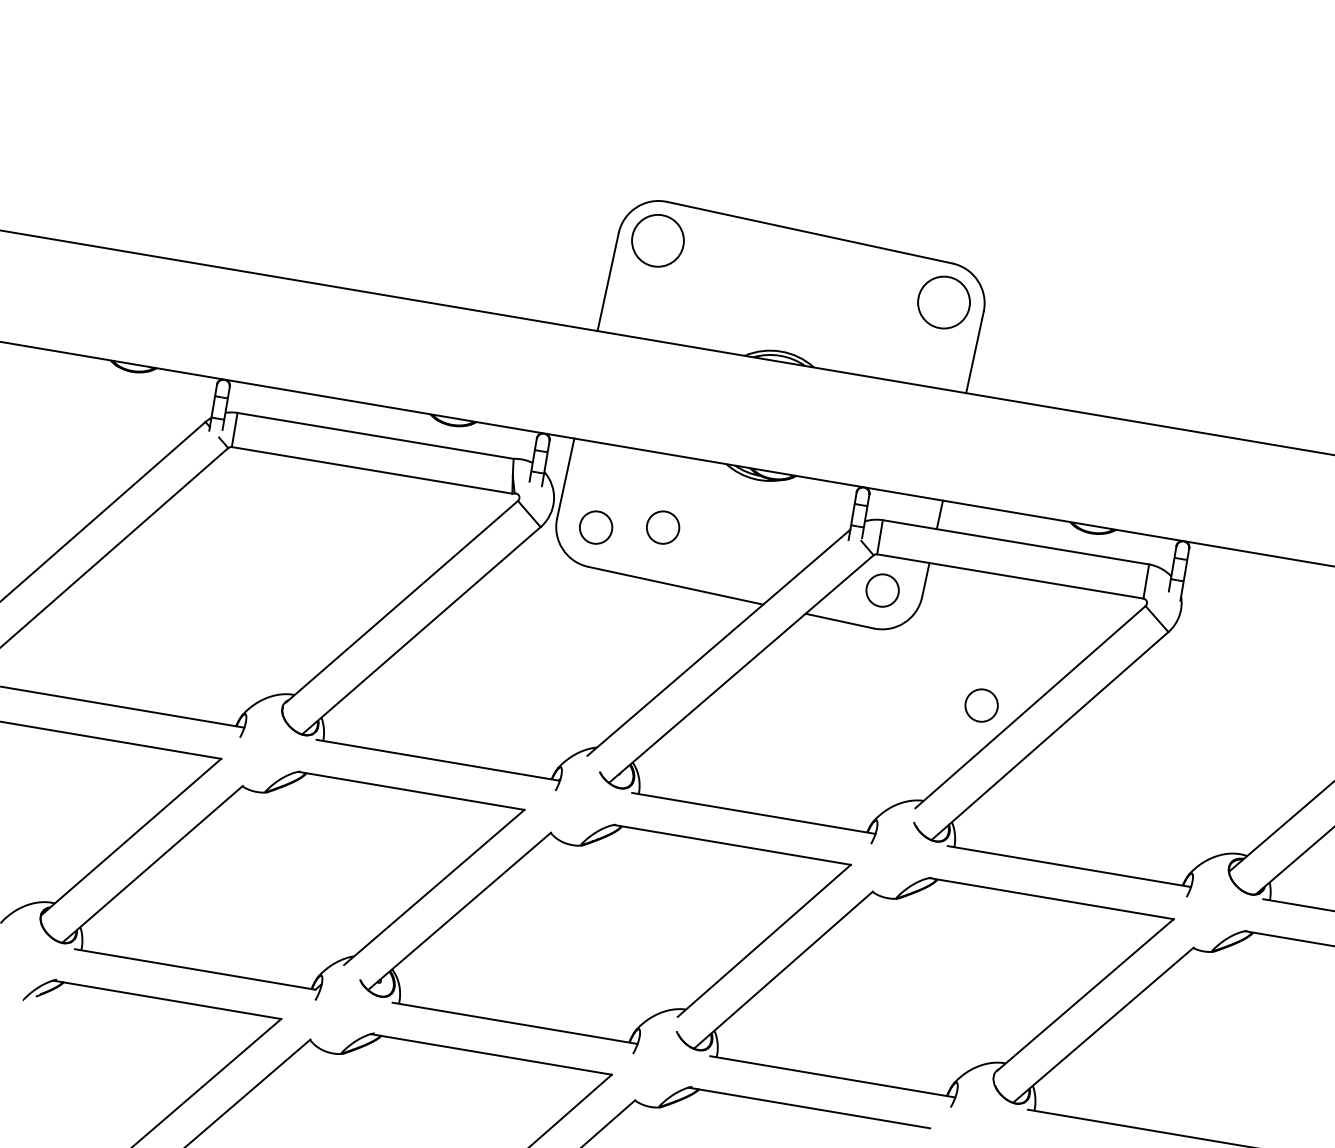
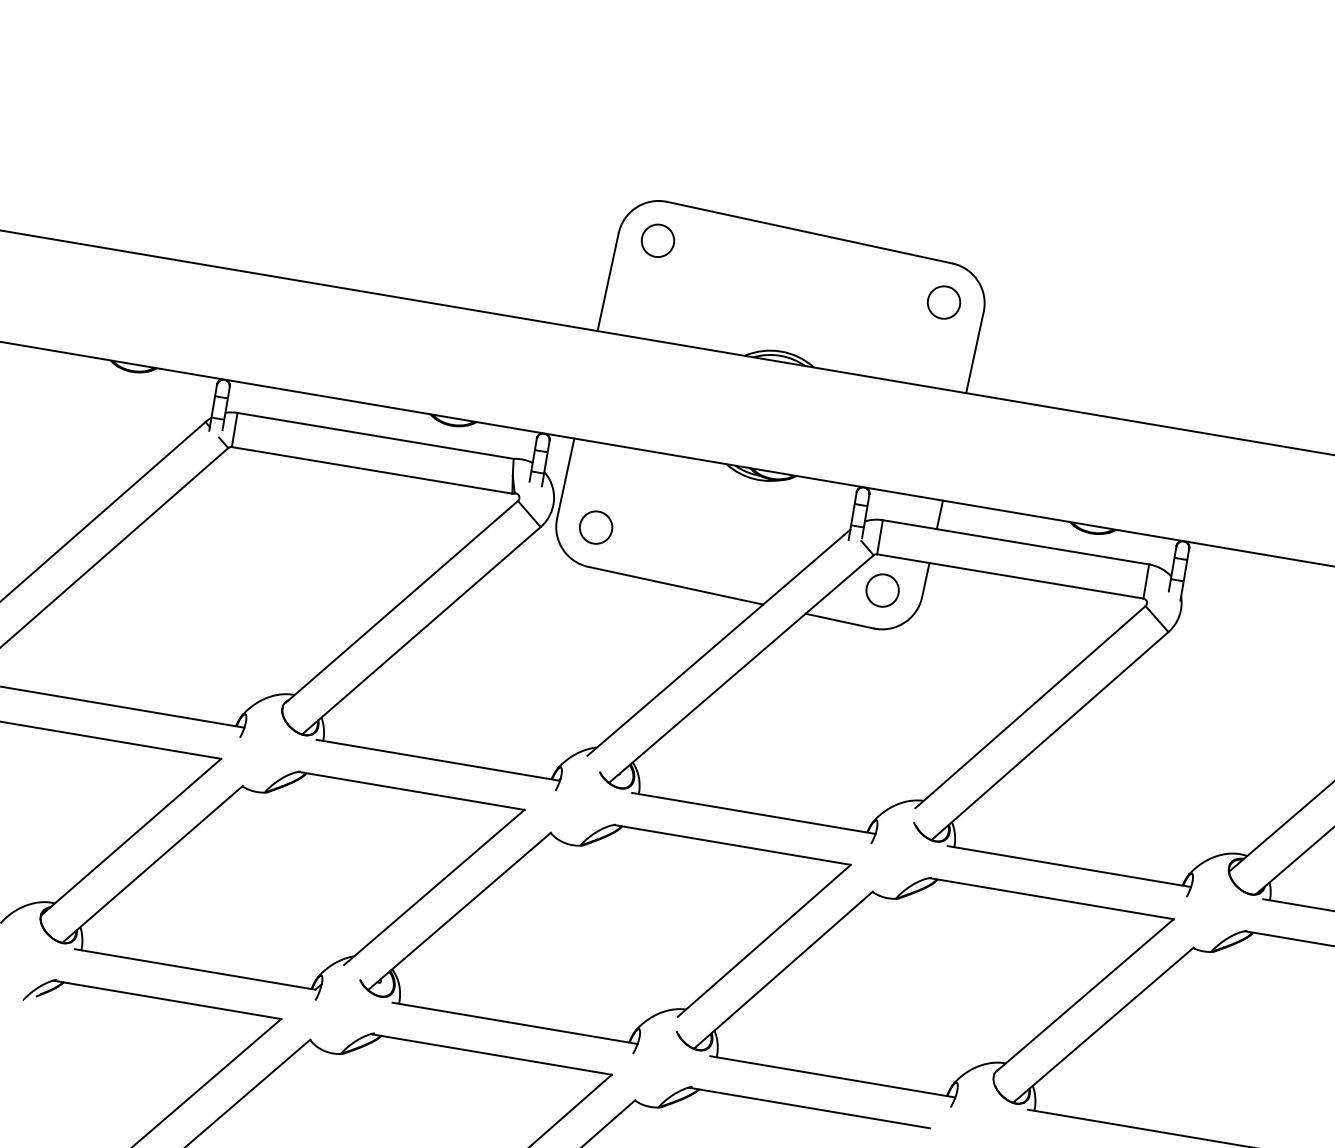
circle at (657, 240) diameter: 52 px -> 32 px
circle at (943, 302) diameter: 52 px -> 32 px
circle at (663, 527): present -> none
circle at (981, 705): present -> none
